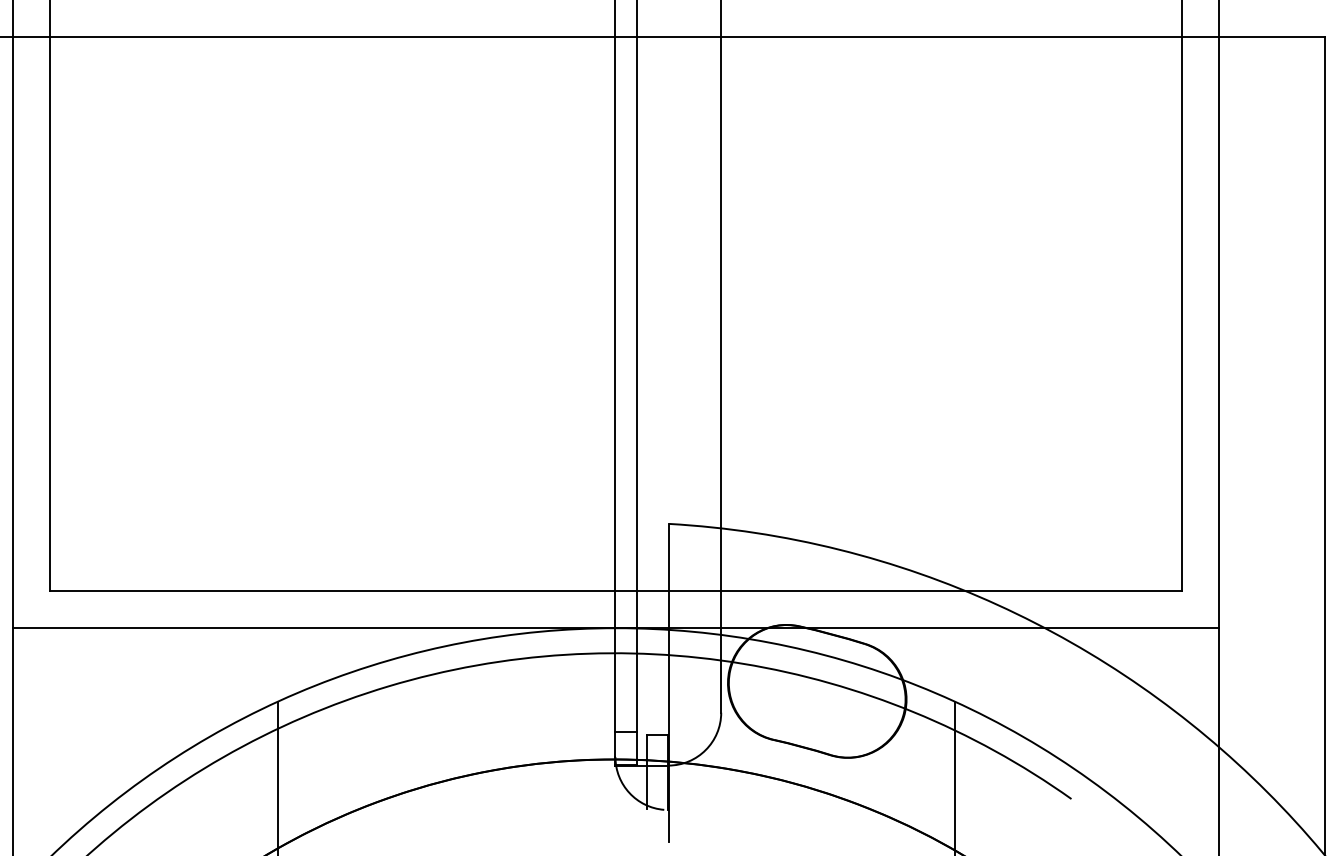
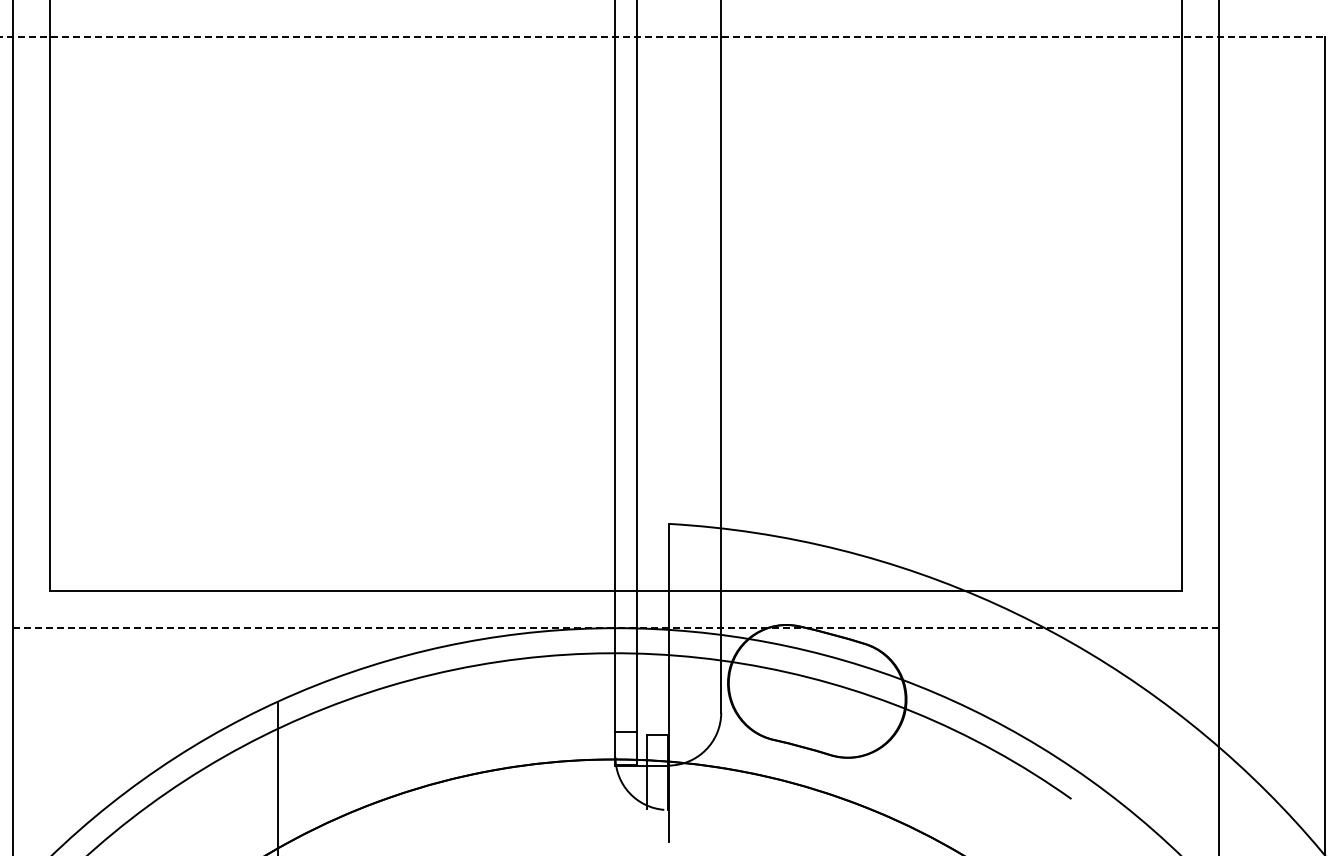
line at (663, 37): solid -> dashed
line at (616, 628): solid -> dashed
line at (954, 776): present -> none
